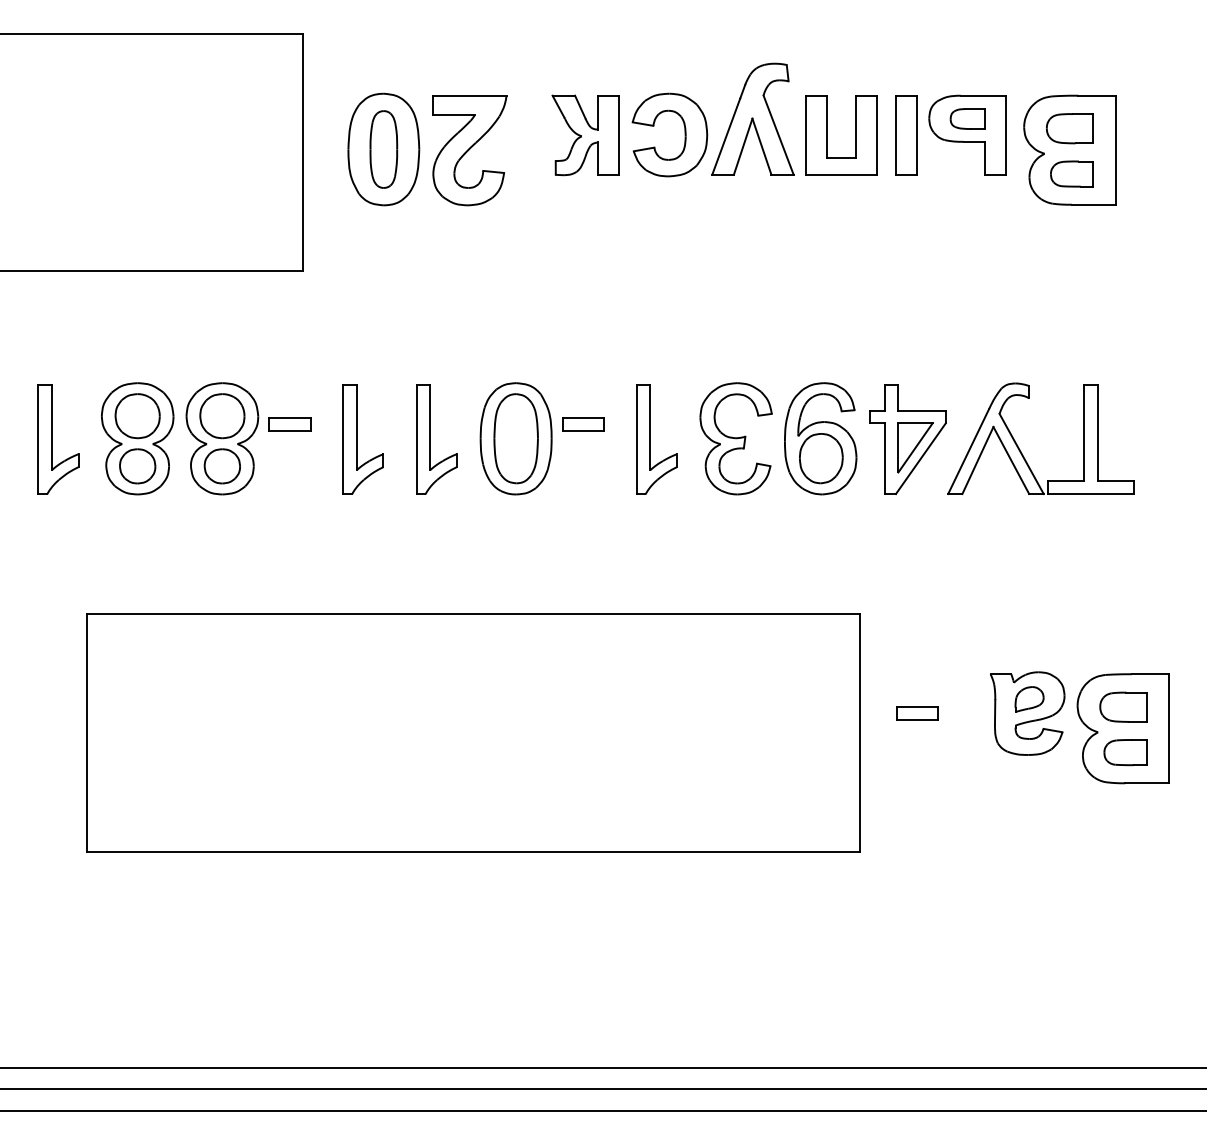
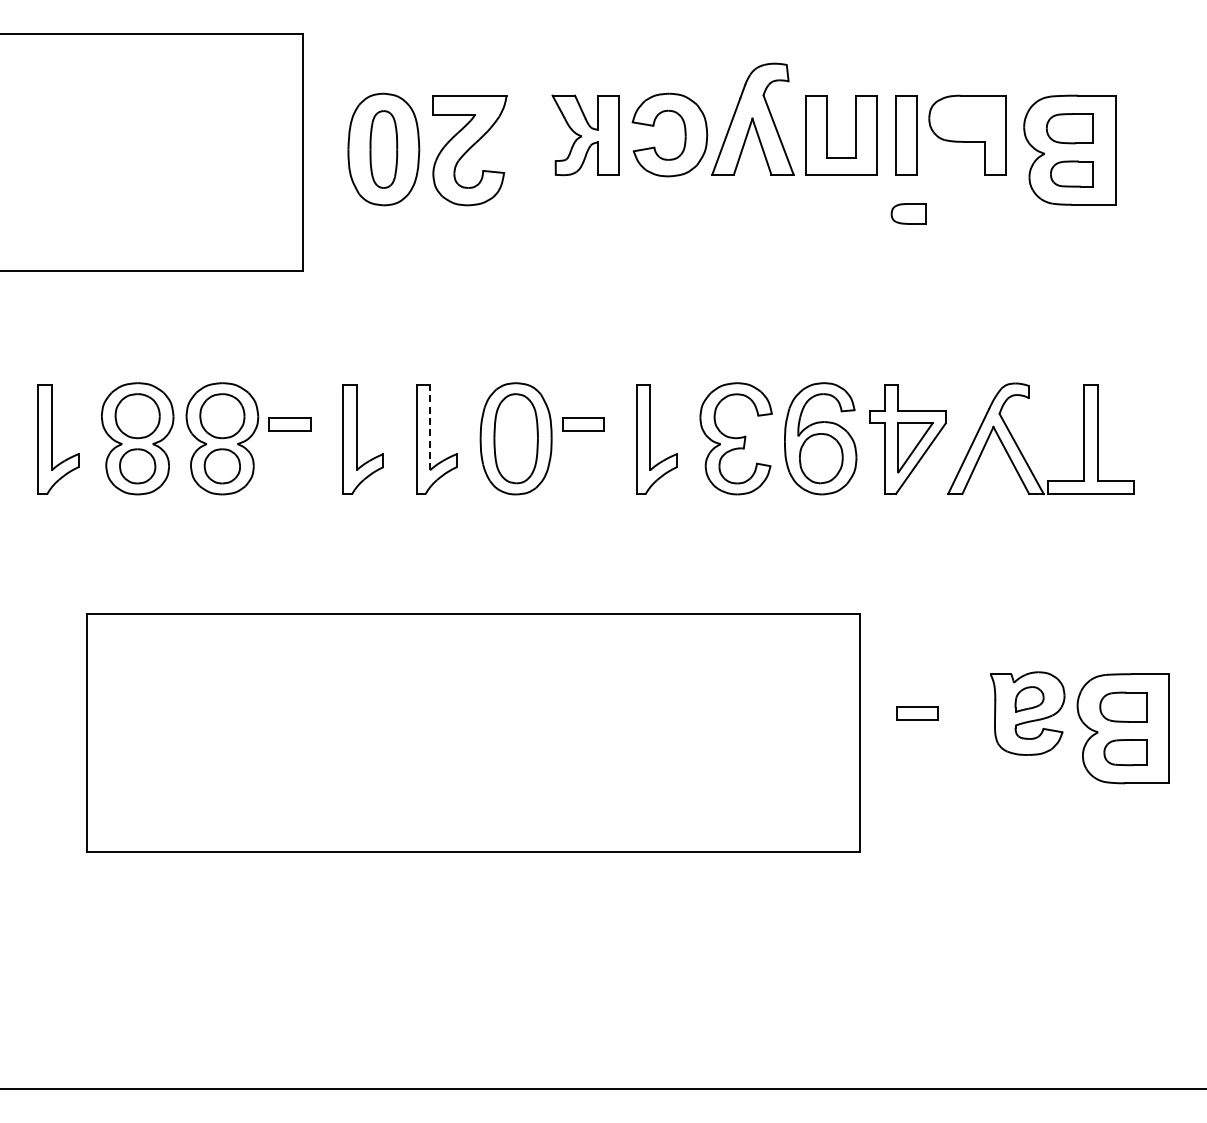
part at (967, 118) position: (967, 118) -> (908, 213)
line at (430, 427): solid -> dashed
line at (602, 1067): present -> none
line at (602, 1110): present -> none
